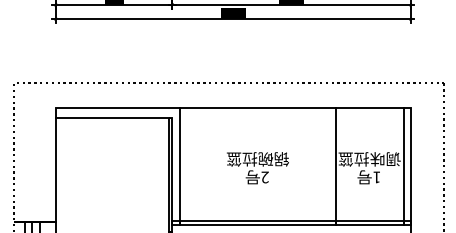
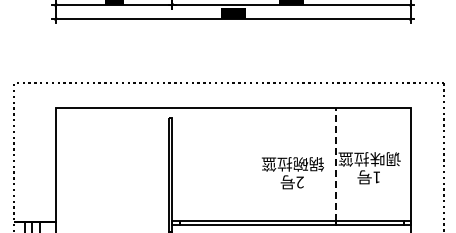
line at (111, 117): present -> none
line at (335, 163): solid -> dashed
line at (180, 164): present -> none
line at (403, 164): present -> none
text at (257, 168) position: (257, 168) -> (292, 173)
